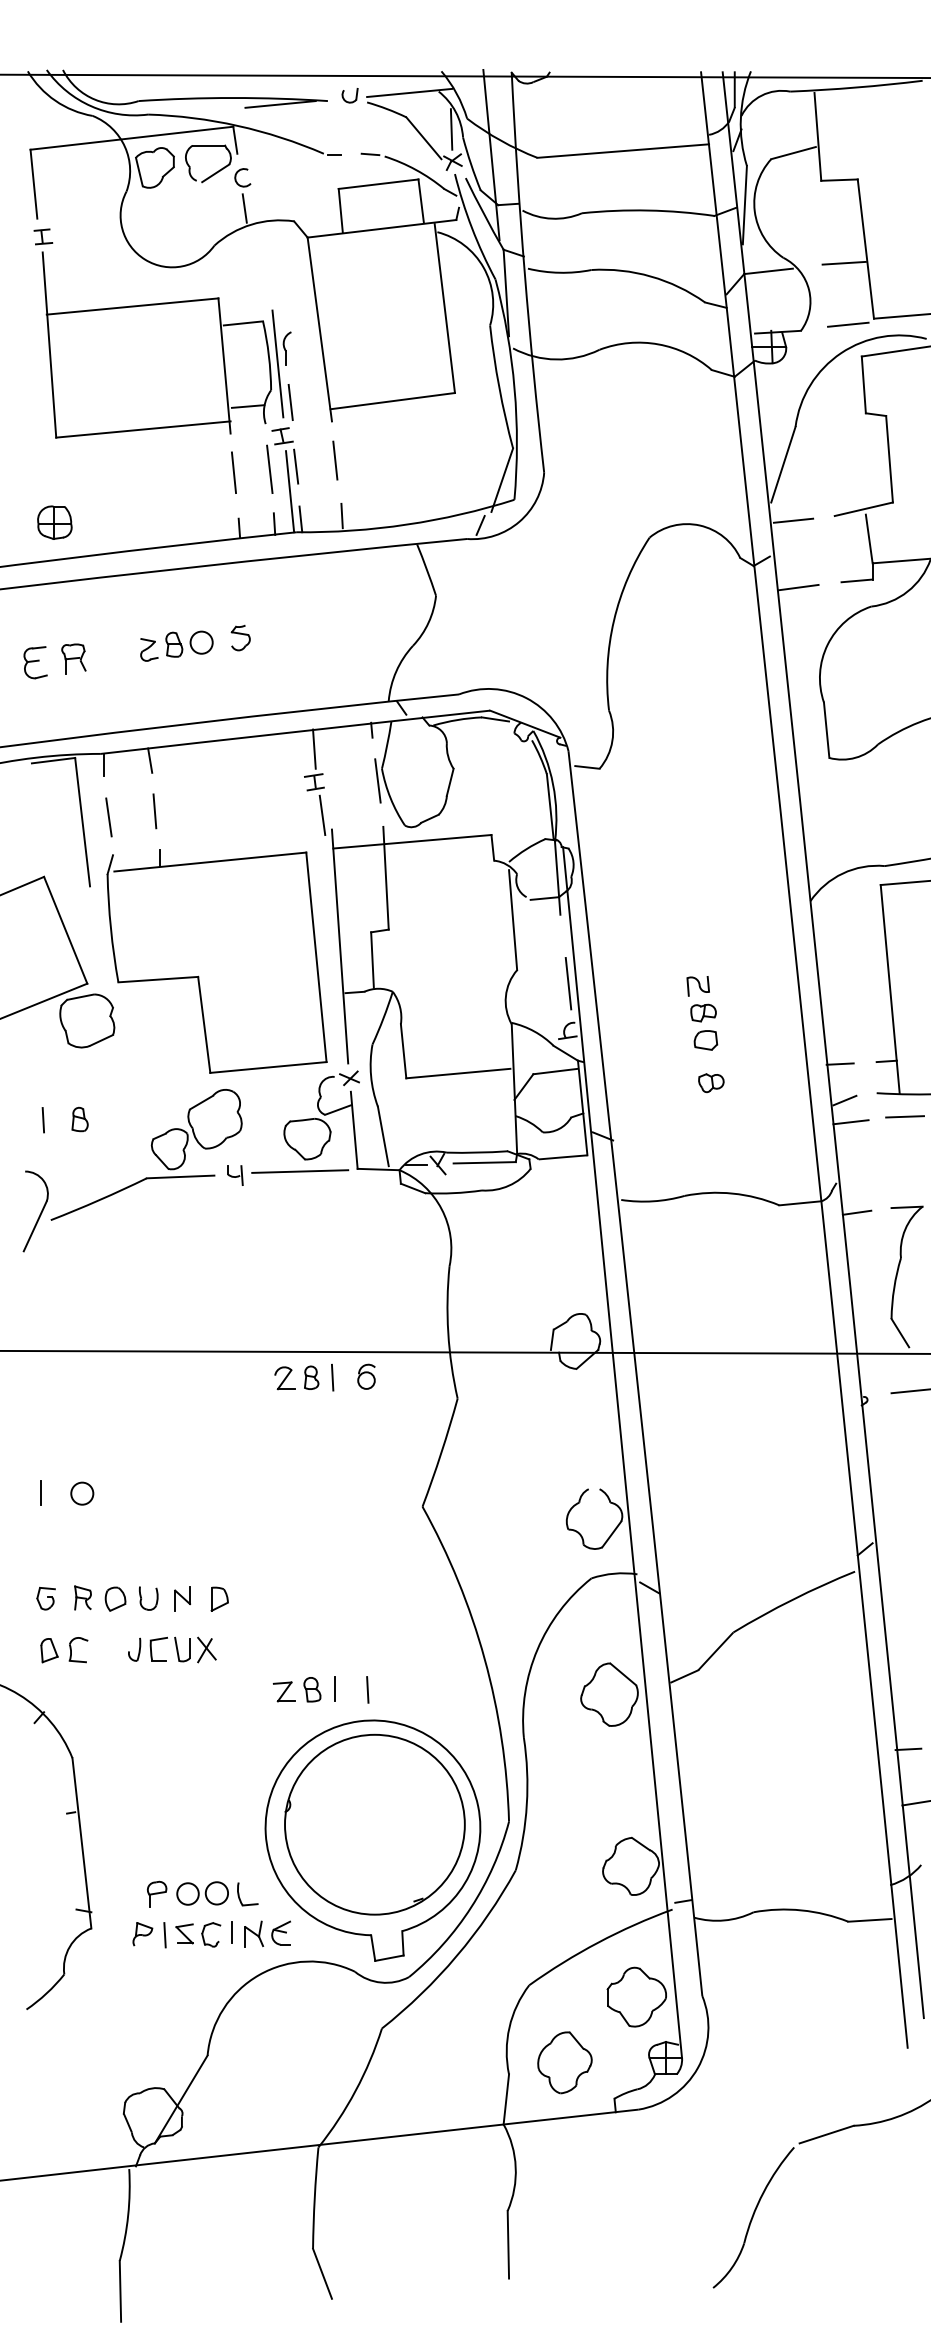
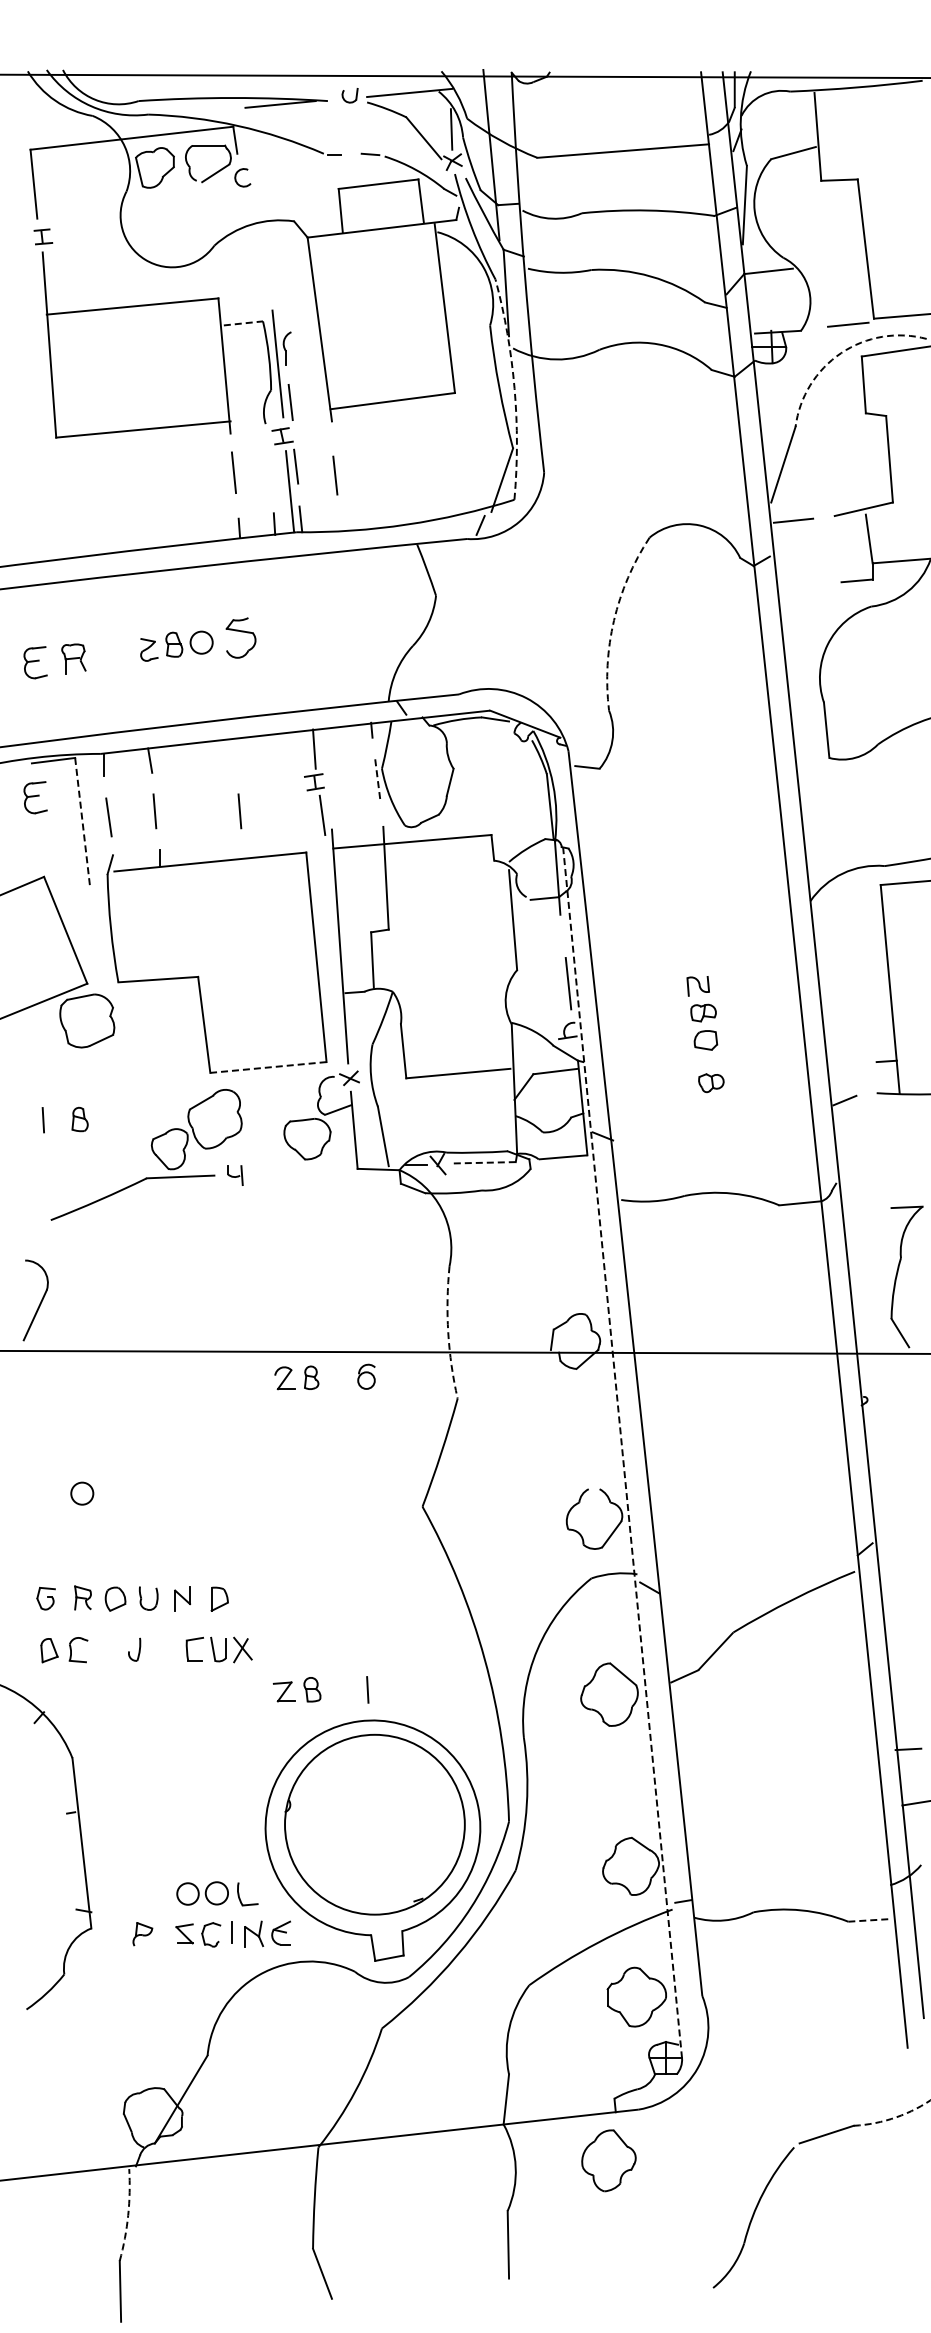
line at (244, 208): present -> none
line at (843, 262): present -> none
line at (243, 323): solid -> dashed
arc at (841, 353): solid -> dashed
arc at (514, 388): solid -> dashed
line at (247, 406): present -> none
line at (335, 460) position: (335, 460) -> (335, 475)
line at (269, 469): present -> none
line at (341, 515): present -> none
part at (54, 522): present -> none
line at (798, 587): present -> none
arc at (614, 620): solid -> dashed
part at (240, 637) size: 21x28 px -> 32x42 px
line at (377, 780): solid -> dashed
part at (35, 797): none -> present
line at (239, 811): none -> present
line at (82, 822): solid -> dashed
line at (839, 1063): present -> none
line at (267, 1067): solid -> dashed
line at (904, 1116): present -> none
line at (850, 1122): present -> none
line at (484, 1162): solid -> dashed
line at (300, 1171): present -> none
part at (35, 1211) position: (35, 1211) -> (35, 1300)
line at (856, 1212): present -> none
arc at (448, 1332): solid -> dashed
line at (332, 1377): present -> none
line at (909, 1391): present -> none
line at (622, 1453): solid -> dashed
line at (41, 1493): present -> none
part at (182, 1649) position: (182, 1649) -> (218, 1649)
line at (334, 1689): present -> none
part at (156, 1893): present -> none
line at (869, 1920): solid -> dashed
line at (164, 1935): present -> none
part at (564, 2062) position: (564, 2062) -> (608, 2160)
arc at (894, 2117): solid -> dashed
arc at (128, 2215): solid -> dashed
